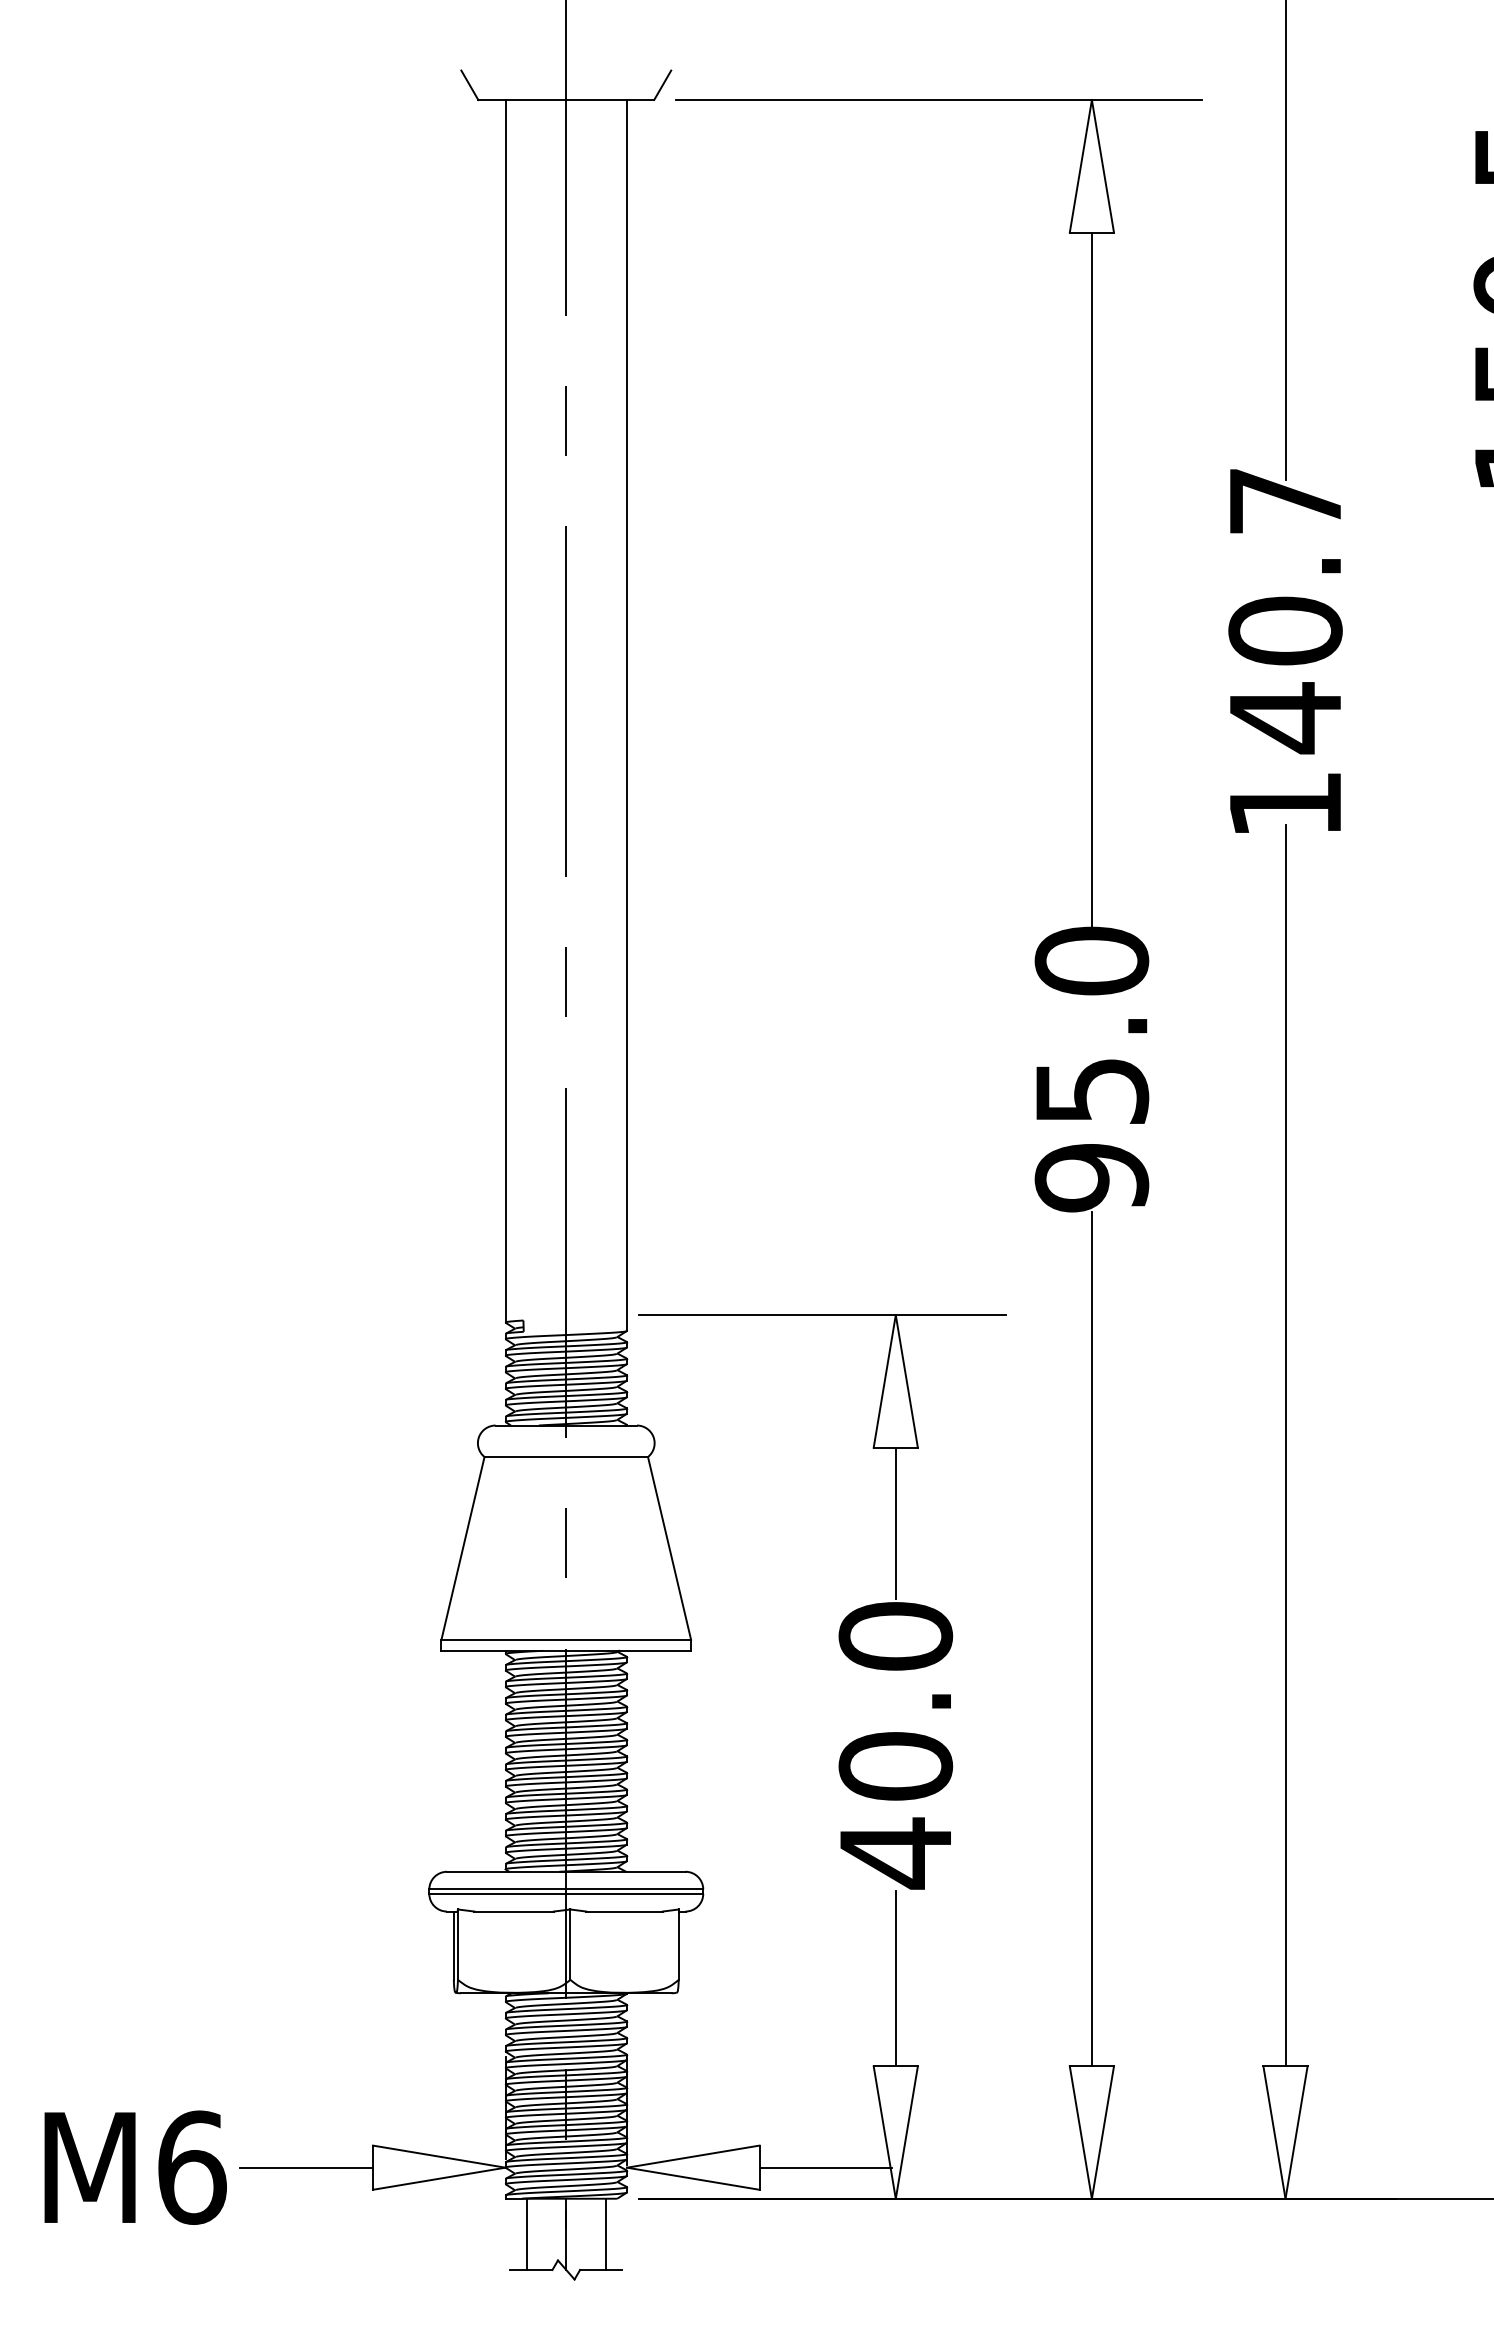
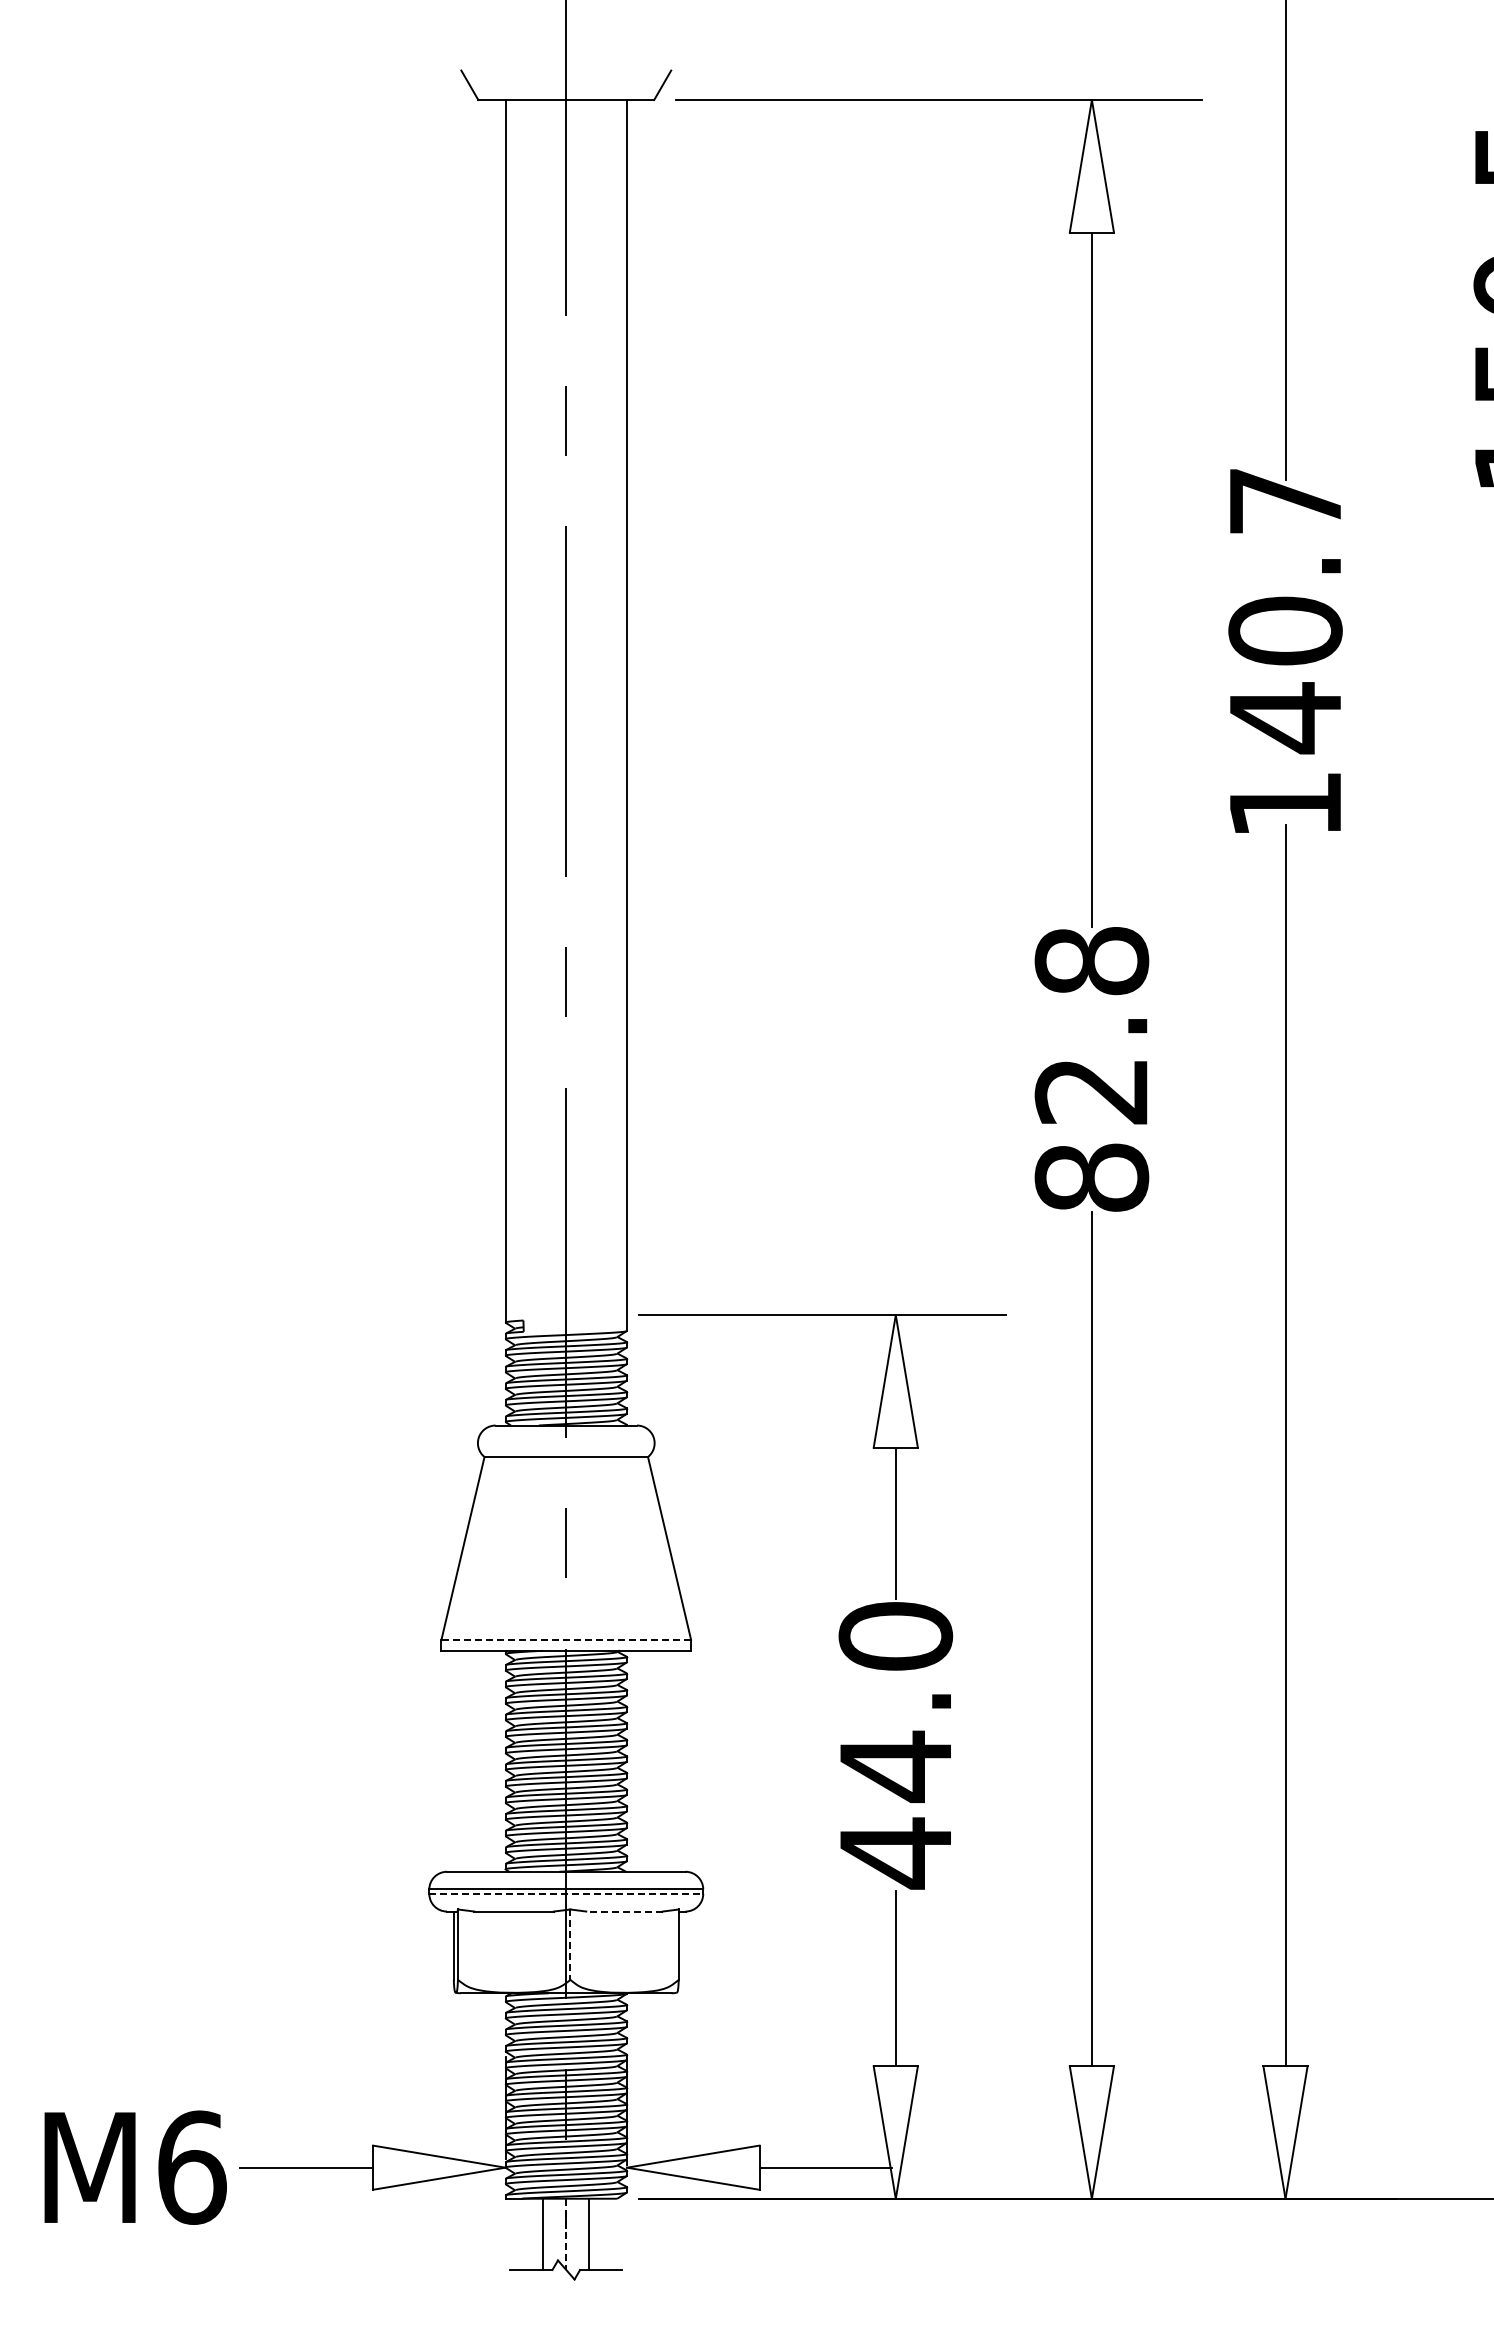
text at (1091, 1069): 95.0 -> 82.8
line at (566, 1639): solid -> dashed
text at (895, 1766): 40.0 -> 44.0
line at (566, 1893): solid -> dashed
line at (624, 1911): solid -> dashed
line at (570, 1945): solid -> dashed
line at (526, 2233) position: (526, 2233) -> (542, 2233)
line at (606, 2233) position: (606, 2233) -> (589, 2233)
line at (566, 2234): solid -> dashed
